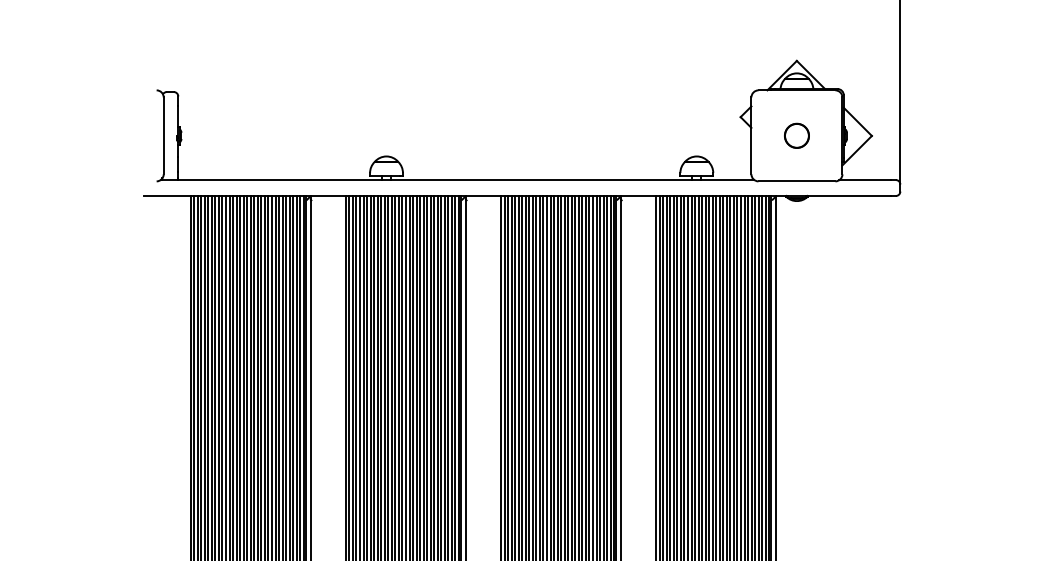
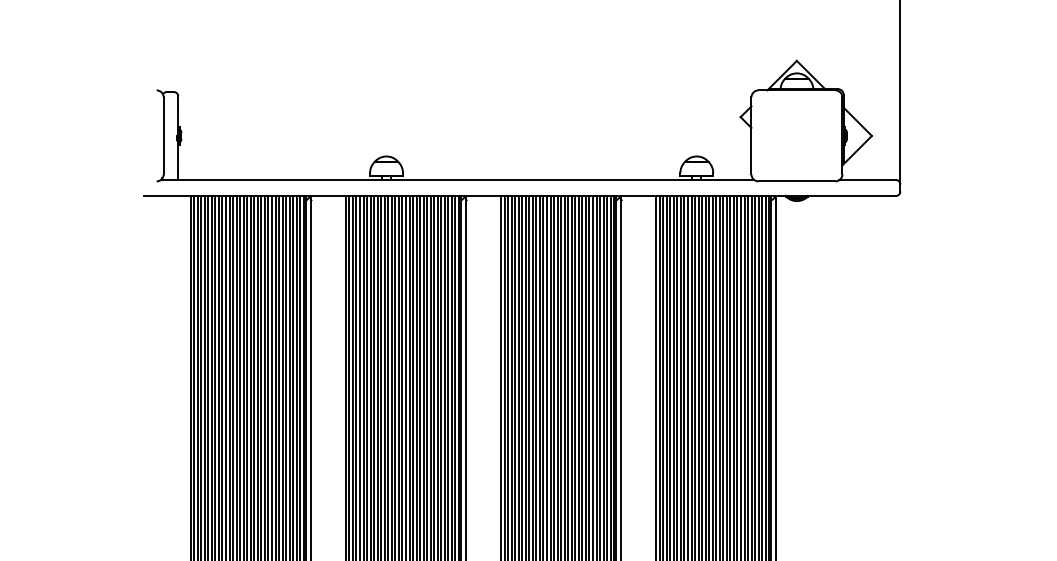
circle at (796, 135): present -> none
